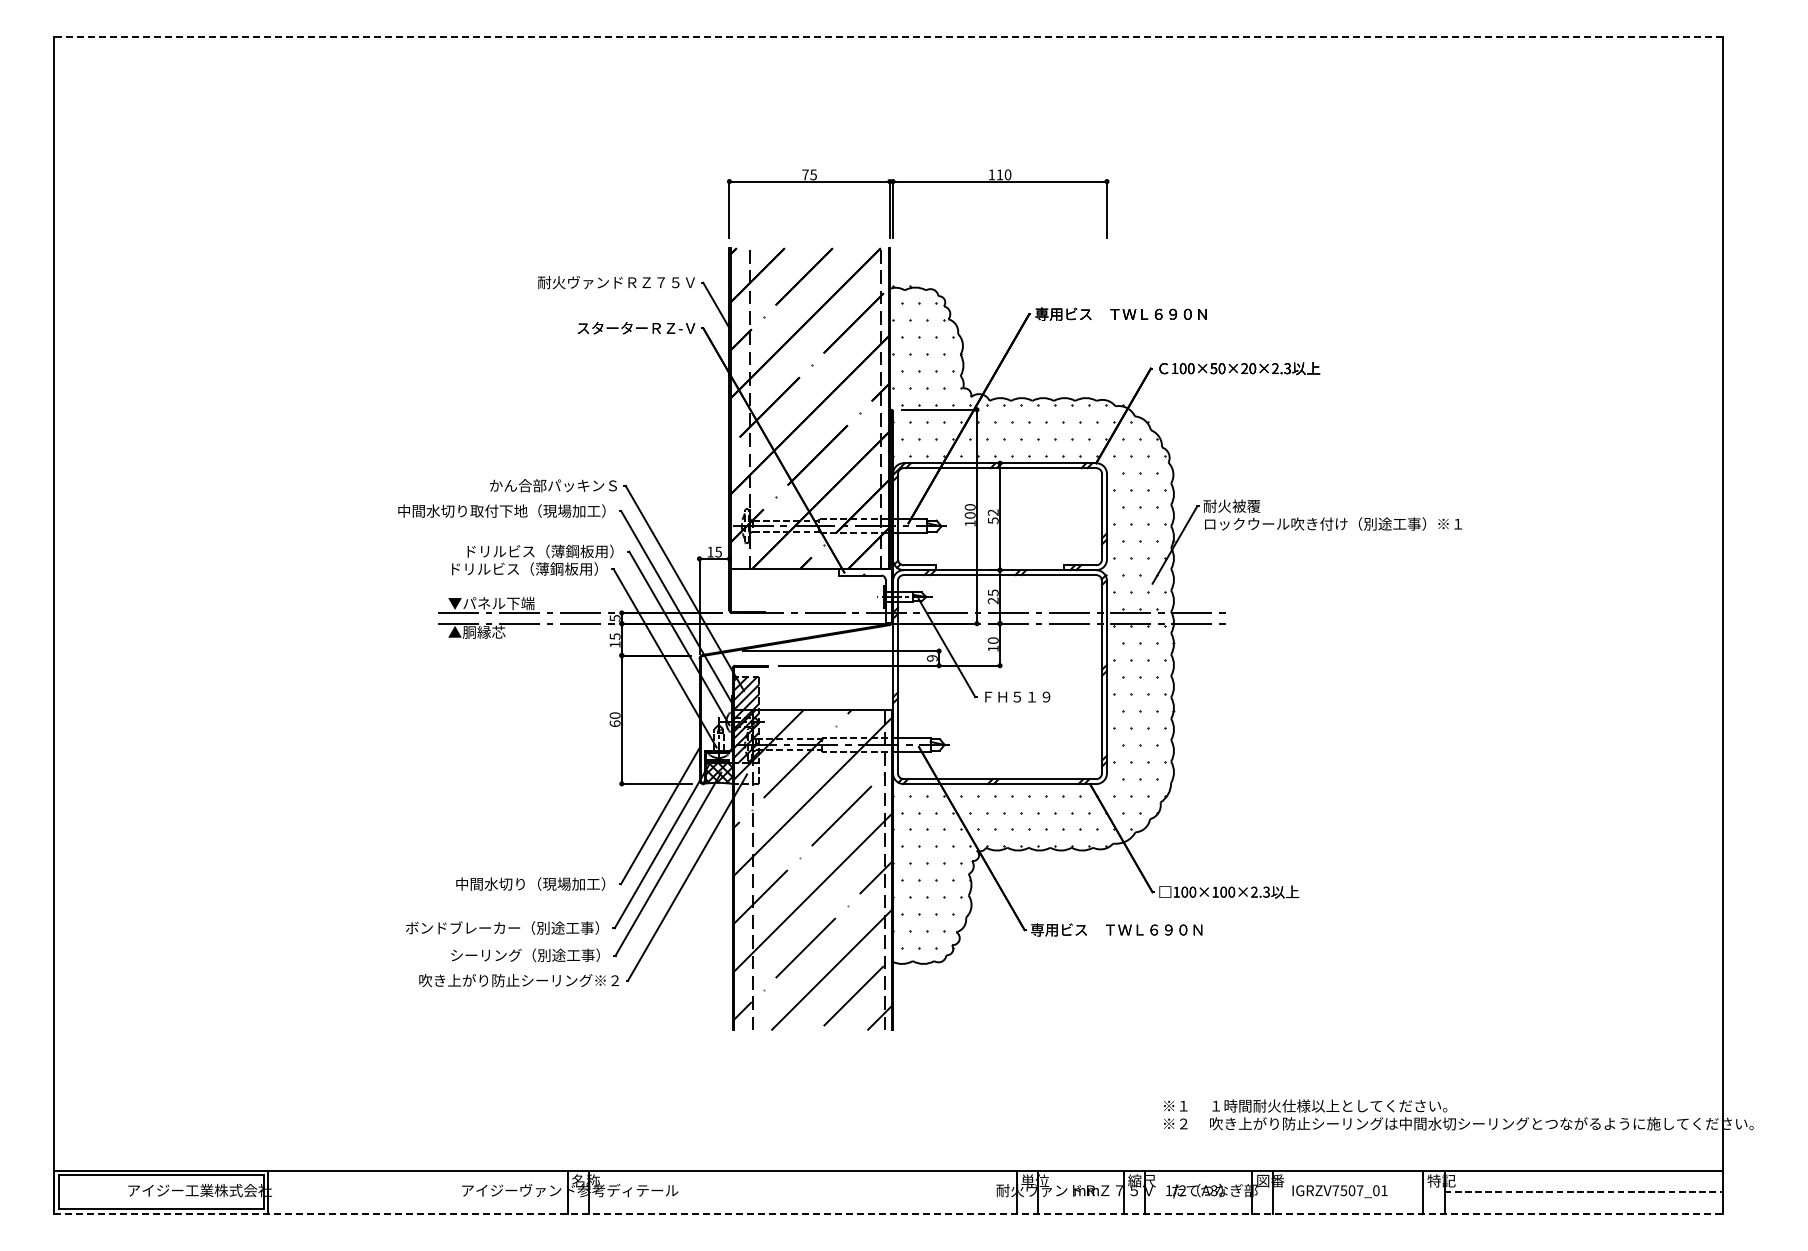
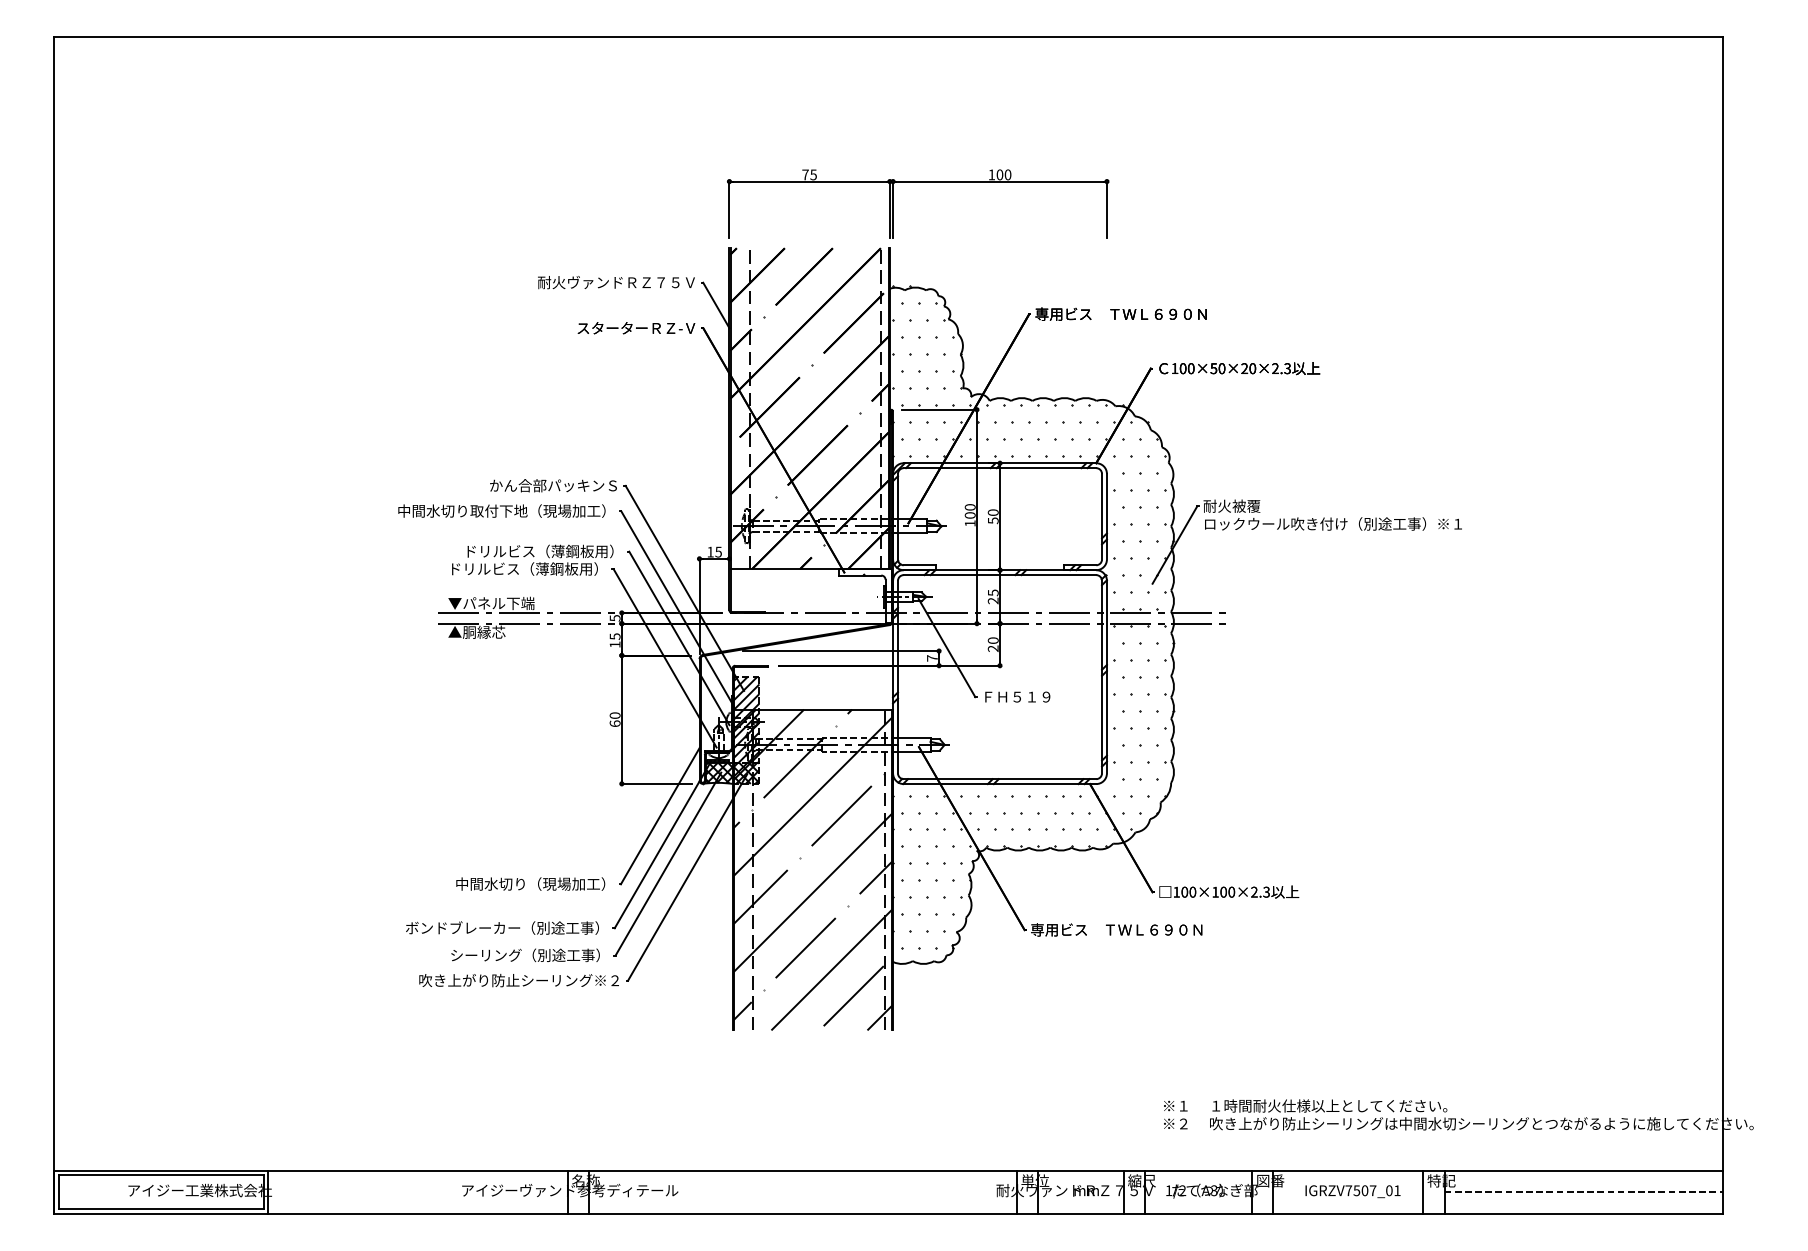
line at (887, 37): dashed -> solid
text at (999, 174): 110 -> 100
text at (993, 512): 52 -> 50
text at (992, 648): 10 -> 20
text at (932, 658): 9 -> 7
hatch at (745, 772): none -> present
text at (1339, 1191) position: (1339, 1191) -> (1352, 1191)
line at (888, 1213): dashed -> solid
